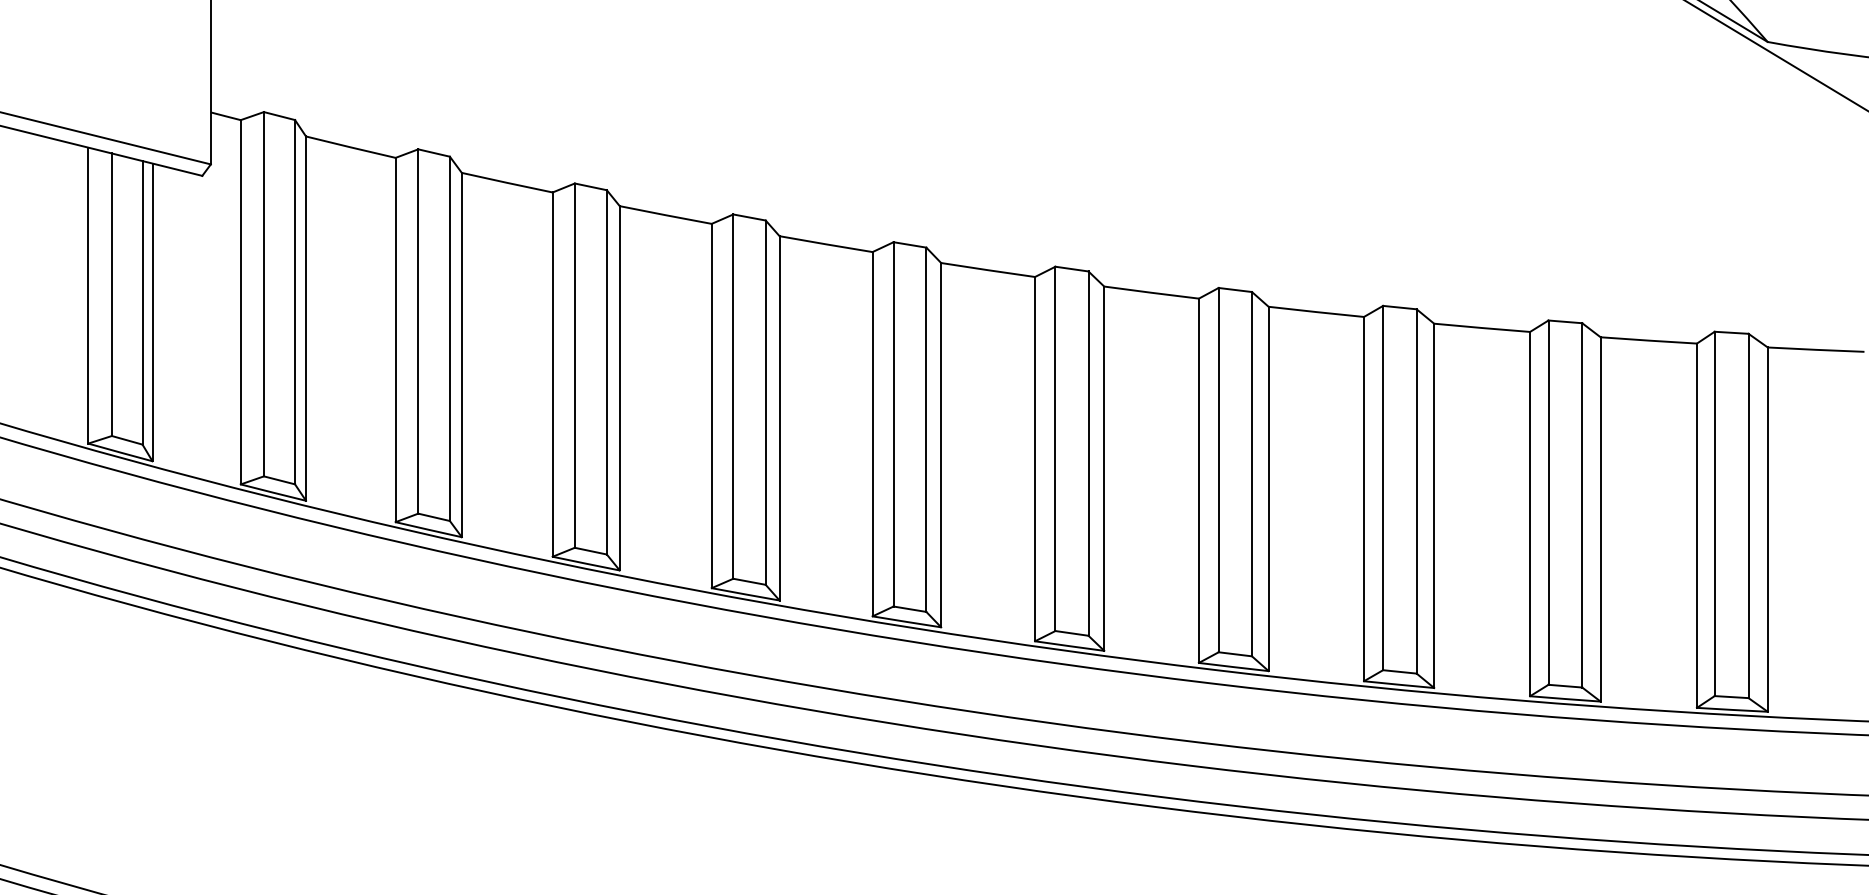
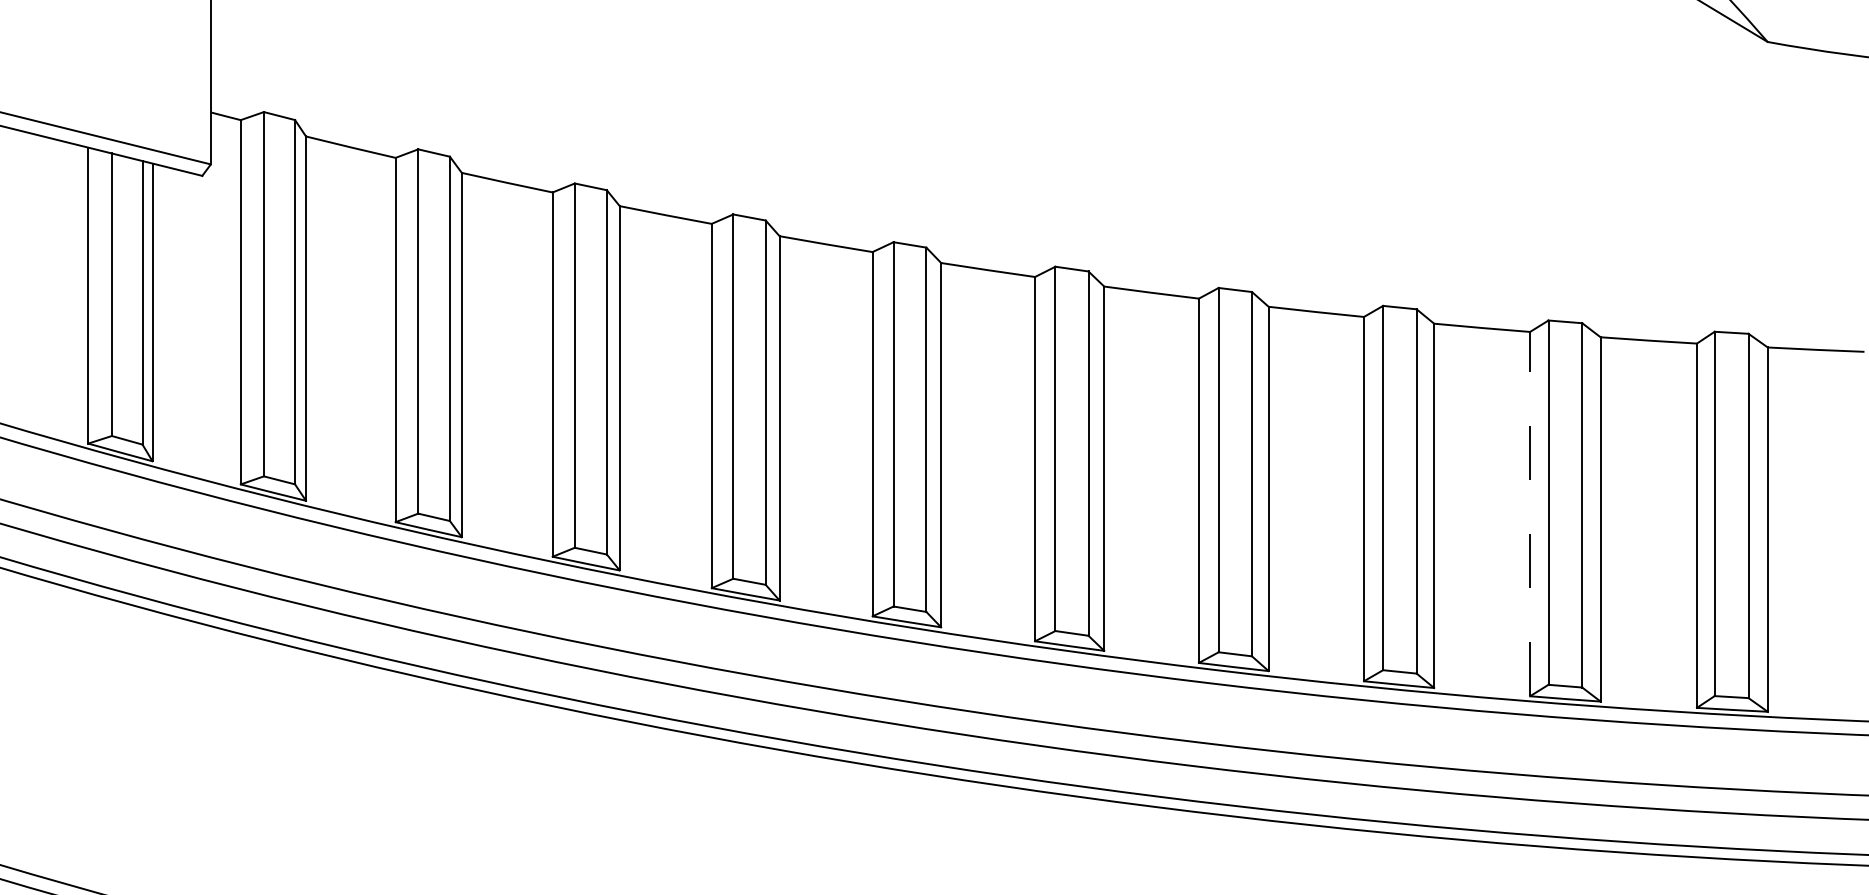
line at (1776, 55): present -> none
line at (1530, 513): solid -> dashed
